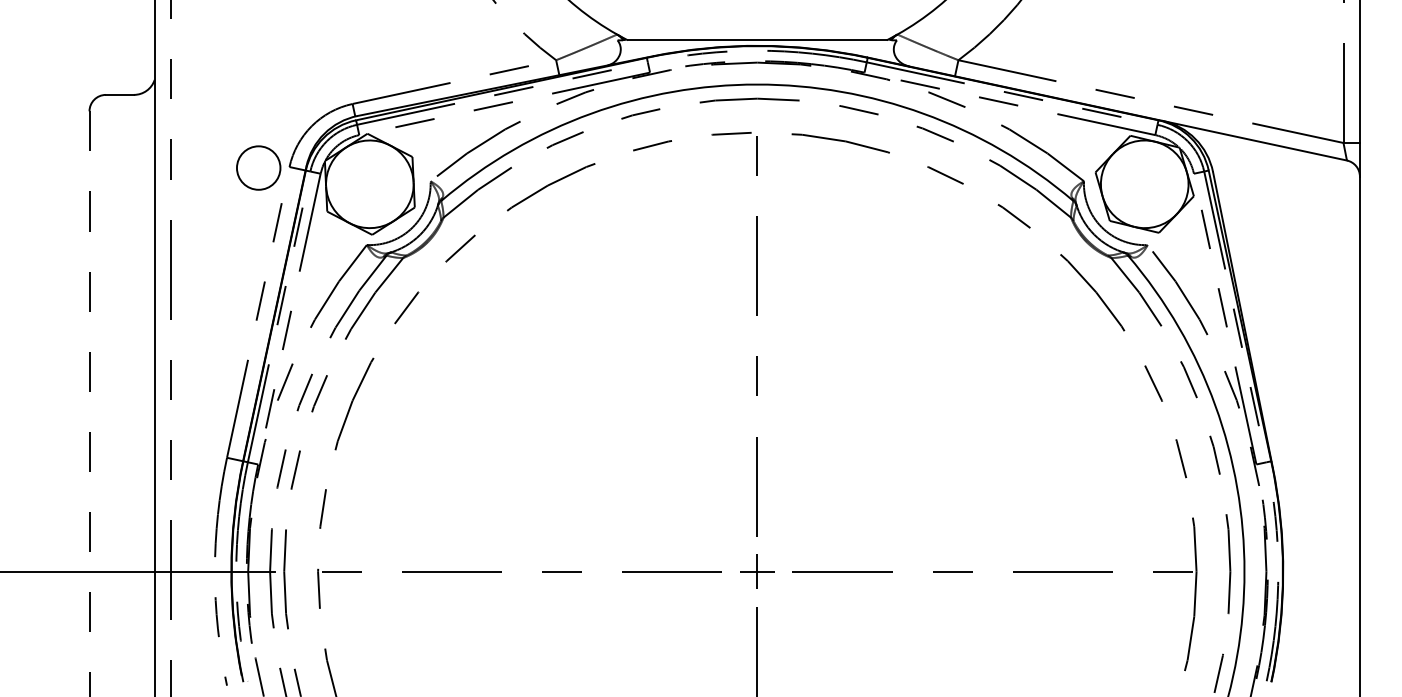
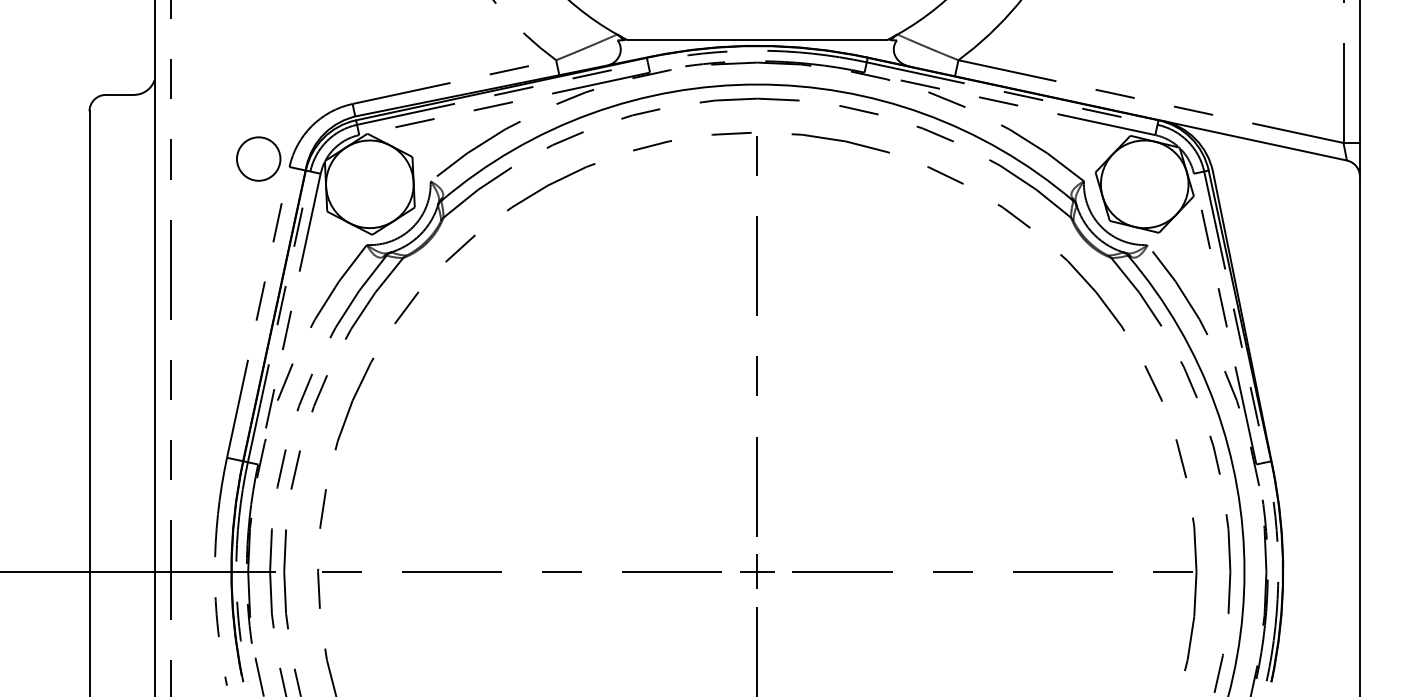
circle at (258, 167) position: (258, 167) -> (258, 158)
line at (89, 404): dashed -> solid
